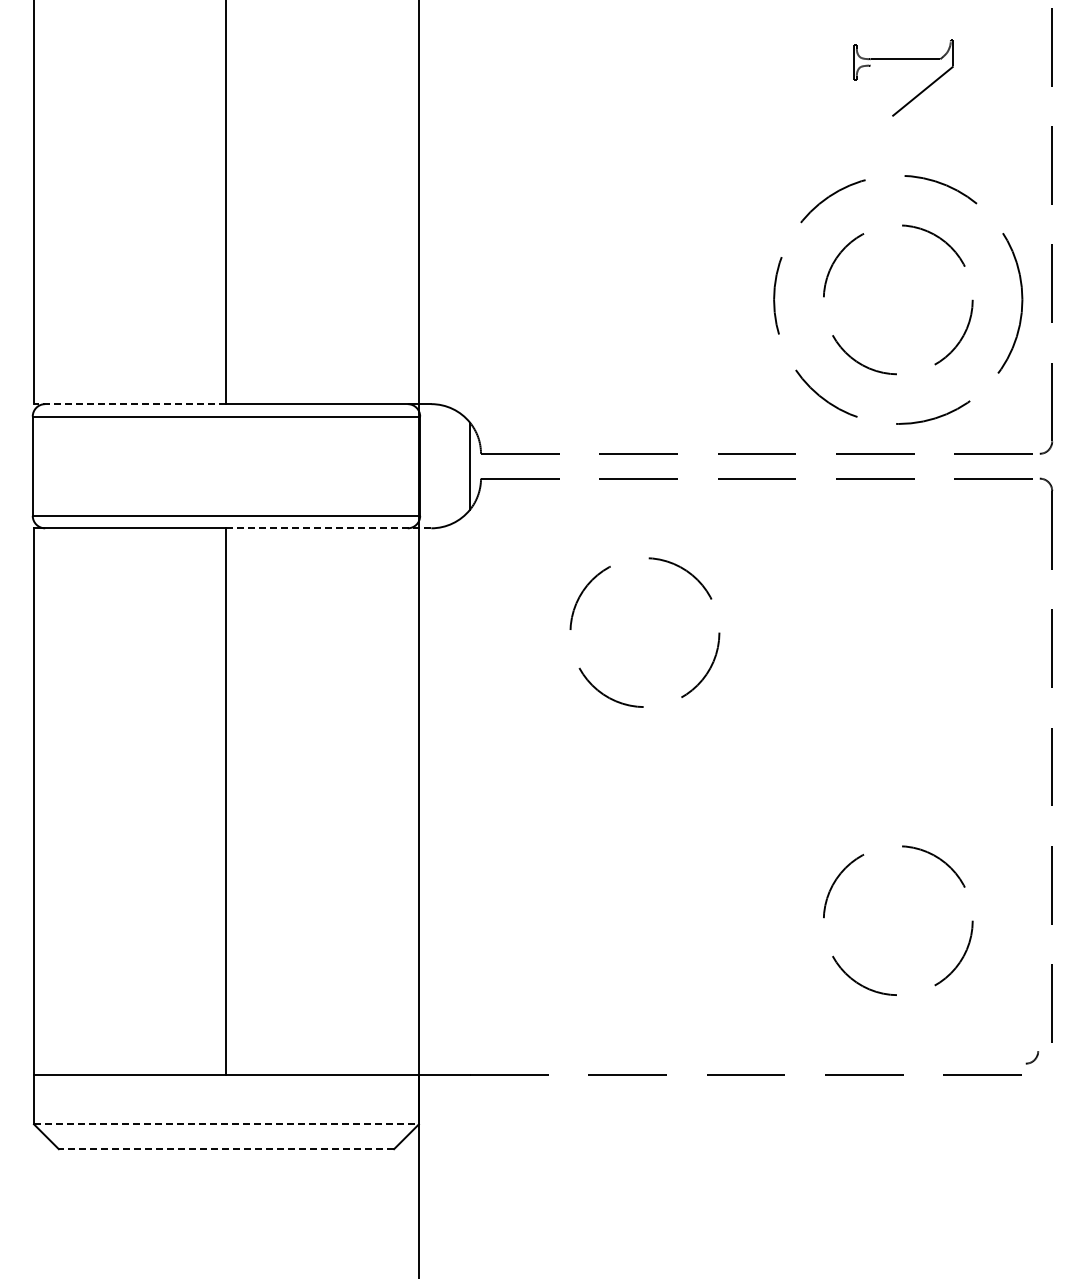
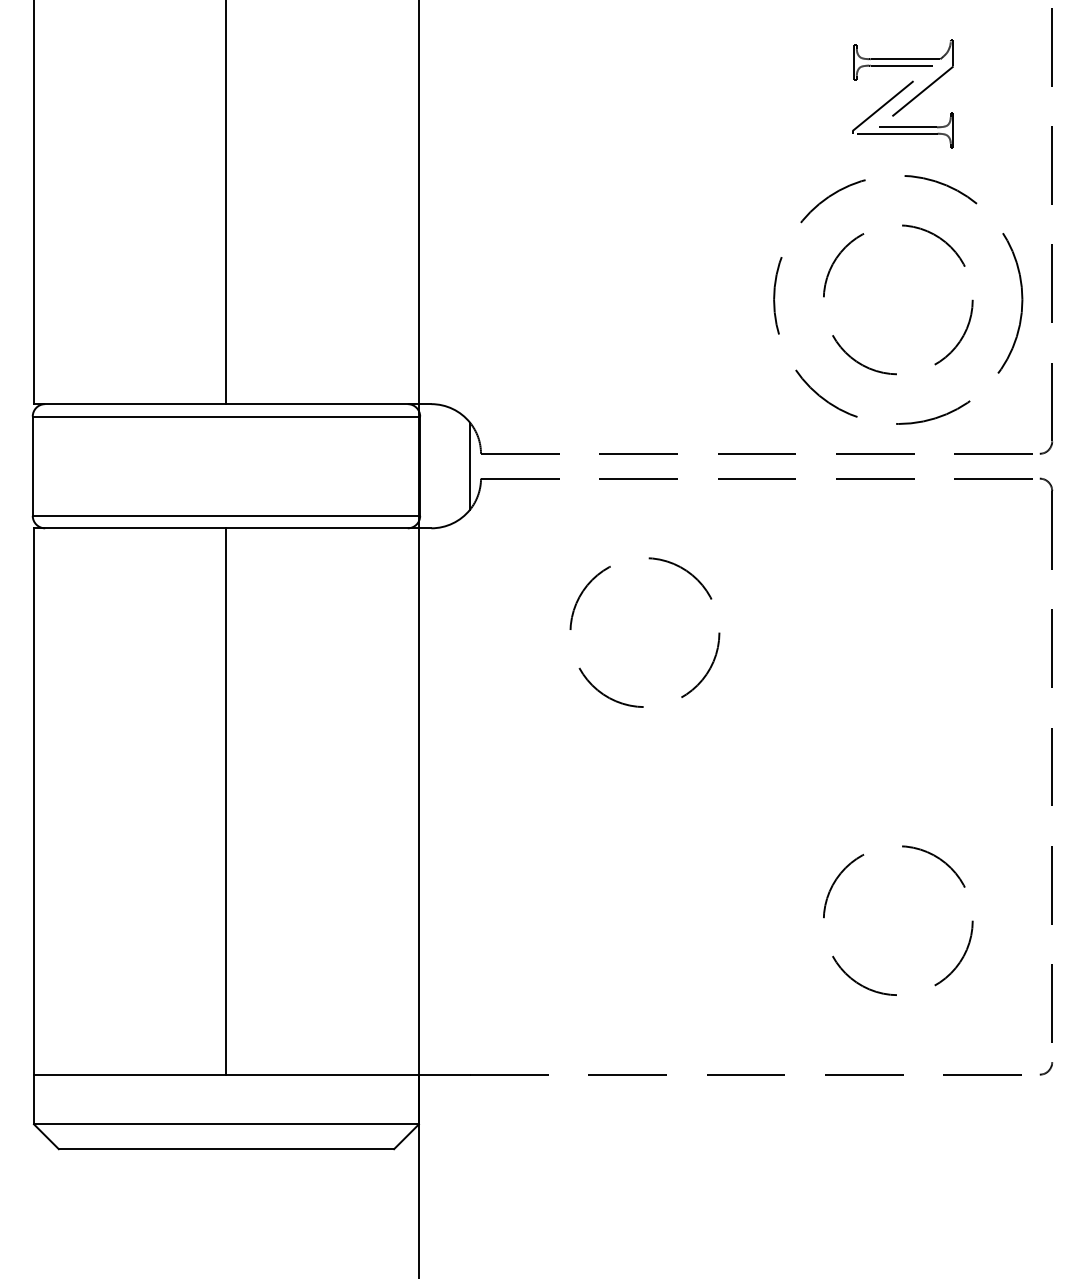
line at (901, 65): none -> present
part at (902, 126): none -> present
line at (129, 404): dashed -> solid
line at (329, 528): dashed -> solid
arc at (1034, 1058) position: (1034, 1058) -> (1048, 1069)
line at (226, 1124): dashed -> solid
line at (226, 1149): dashed -> solid
